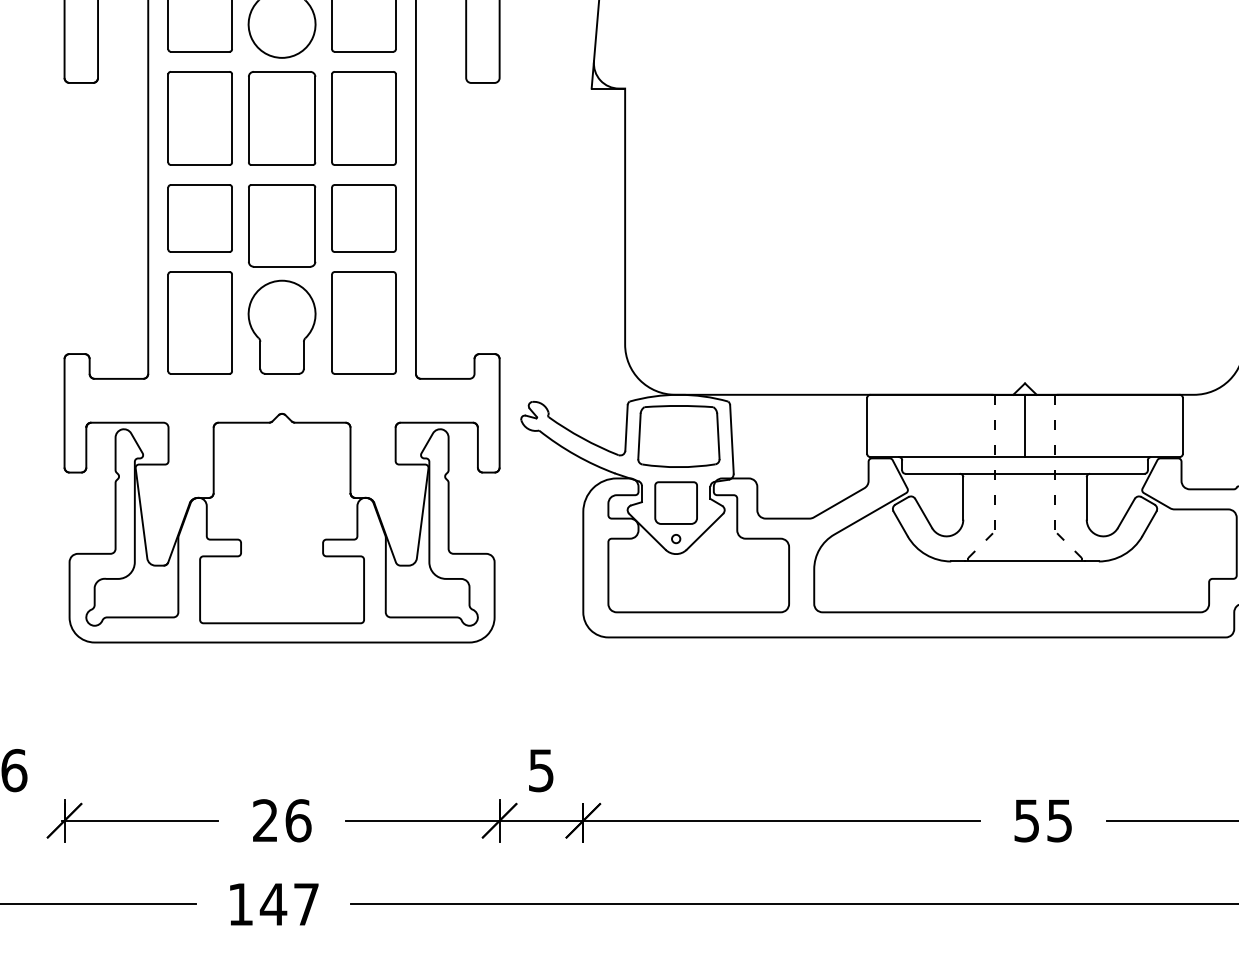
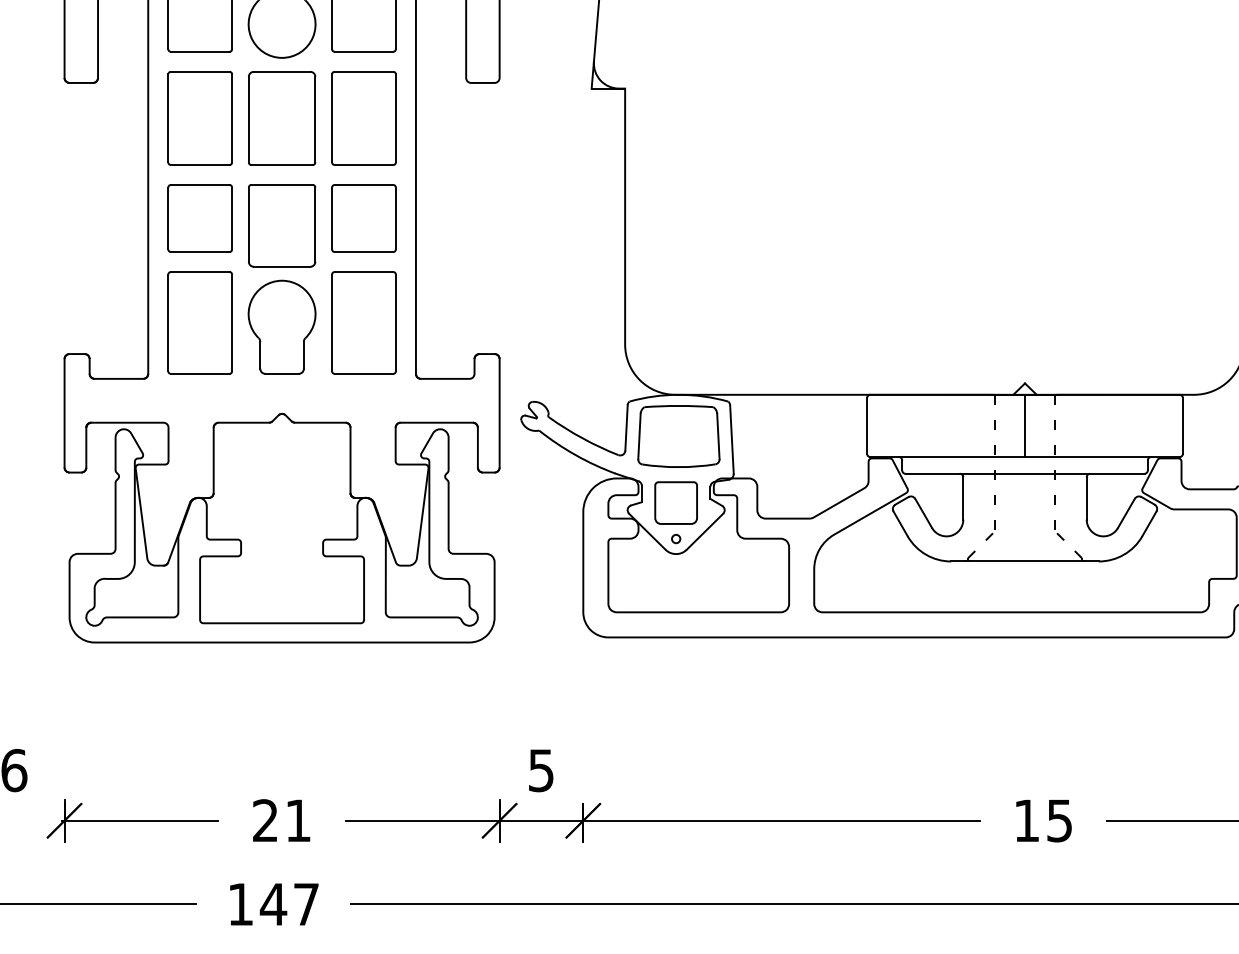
text at (298, 820): 26 -> 21
text at (1026, 820): 55 -> 15
